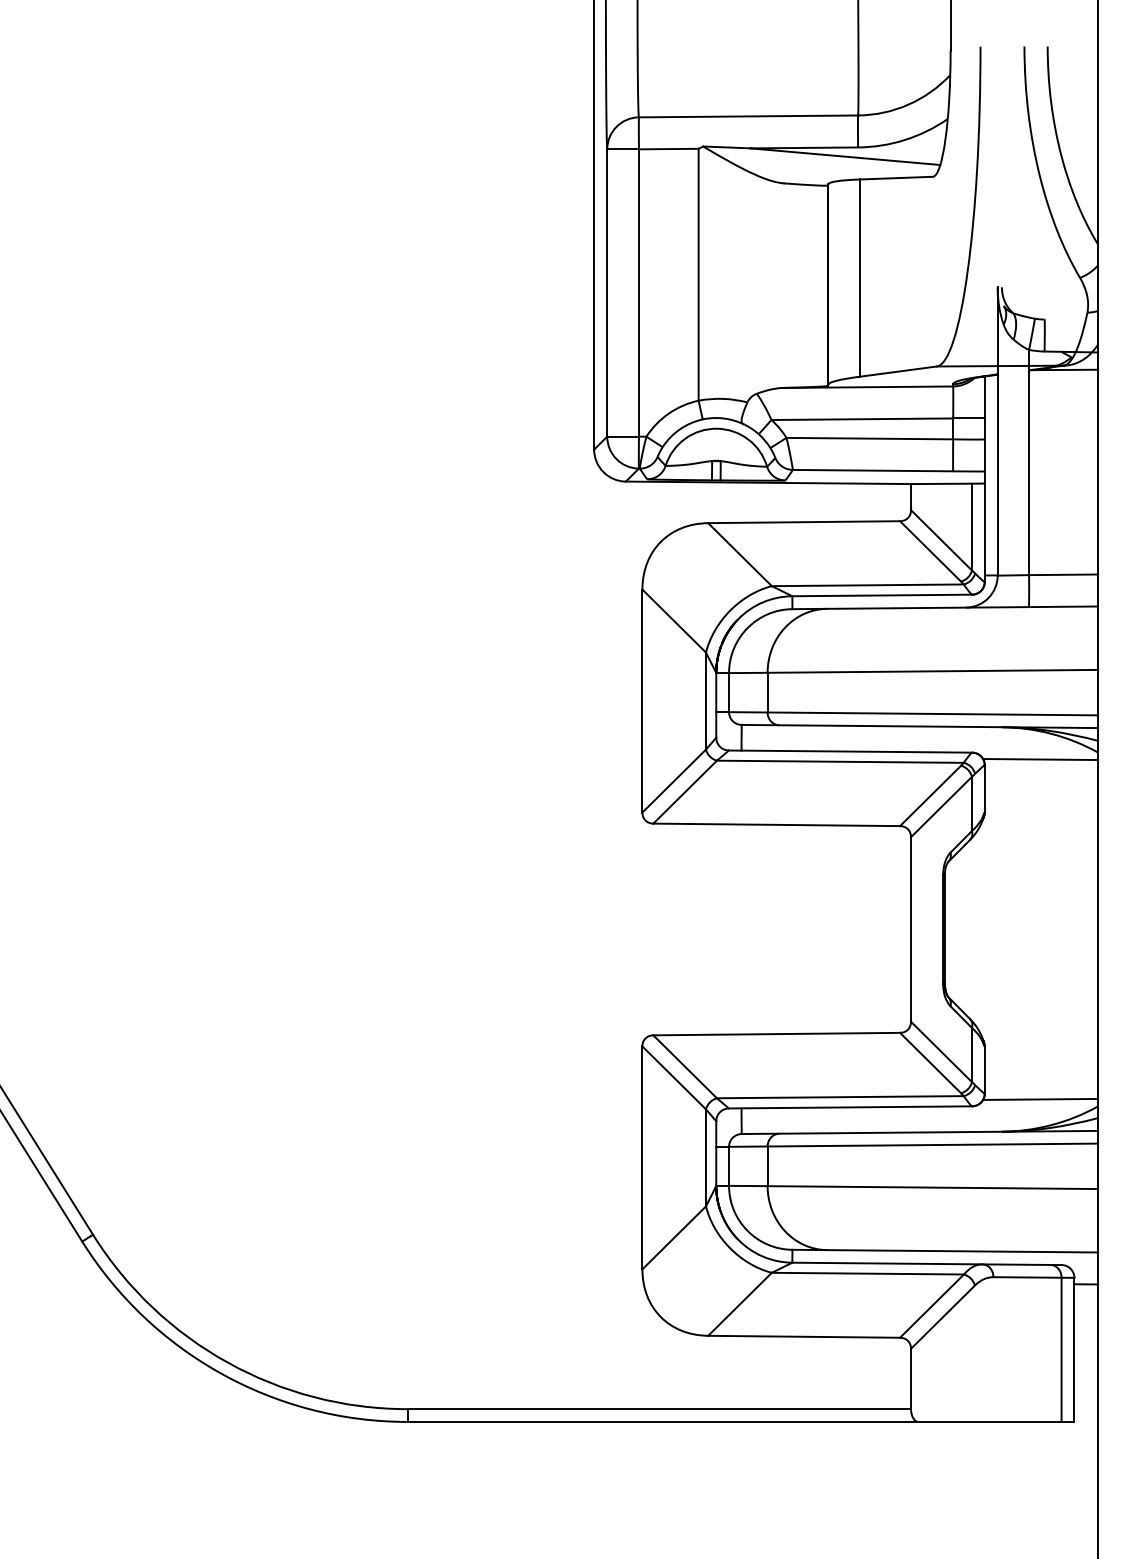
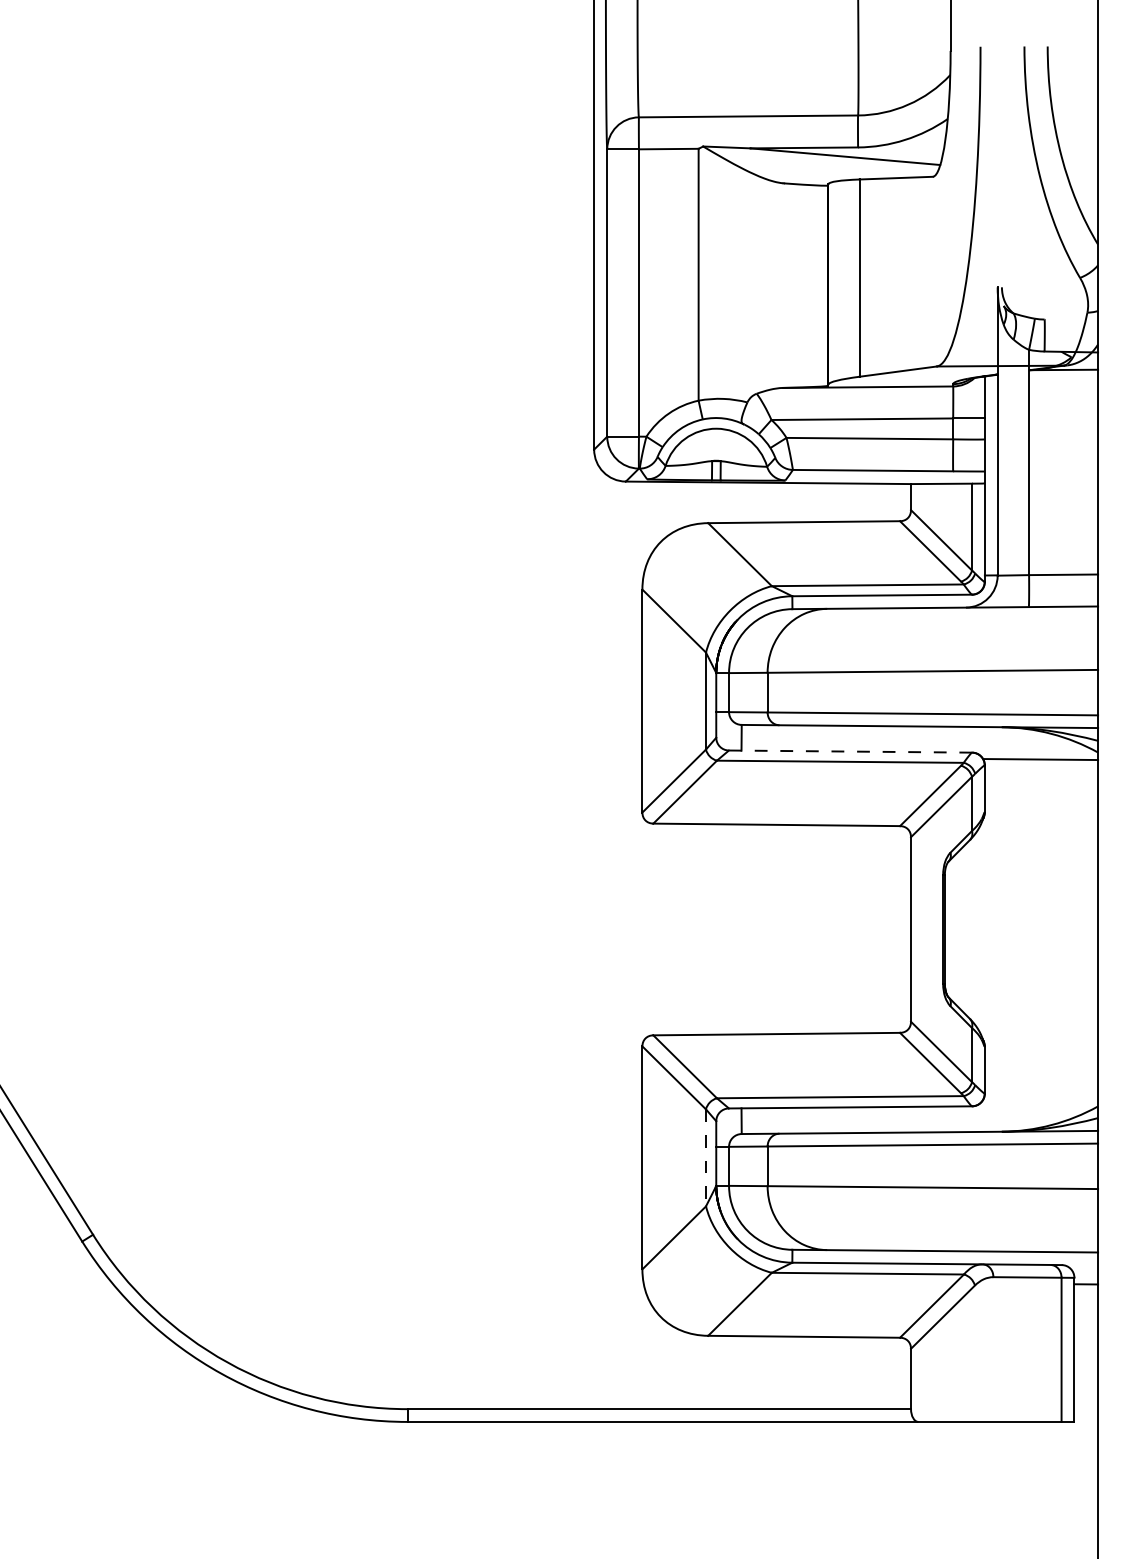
line at (850, 751): solid -> dashed
line at (1040, 1098): present -> none
line at (705, 1157): solid -> dashed
